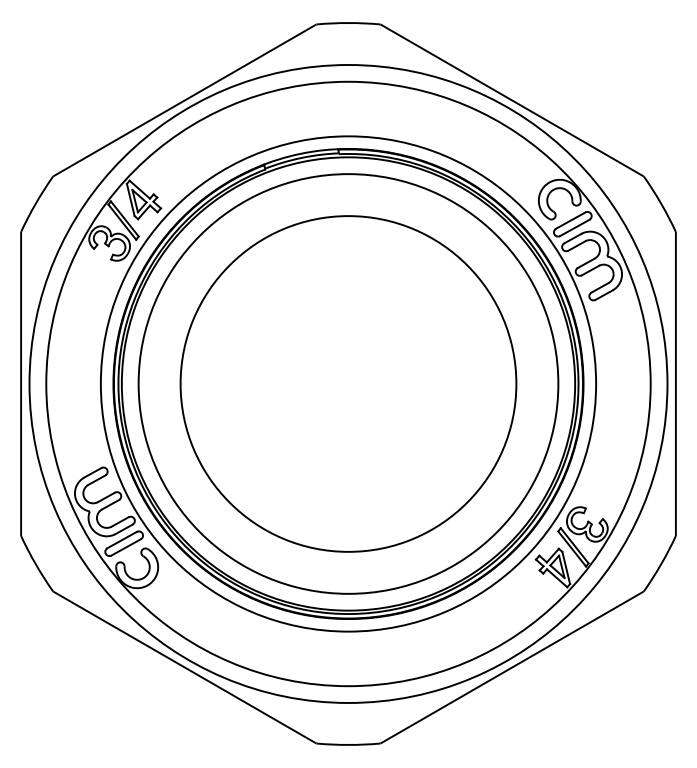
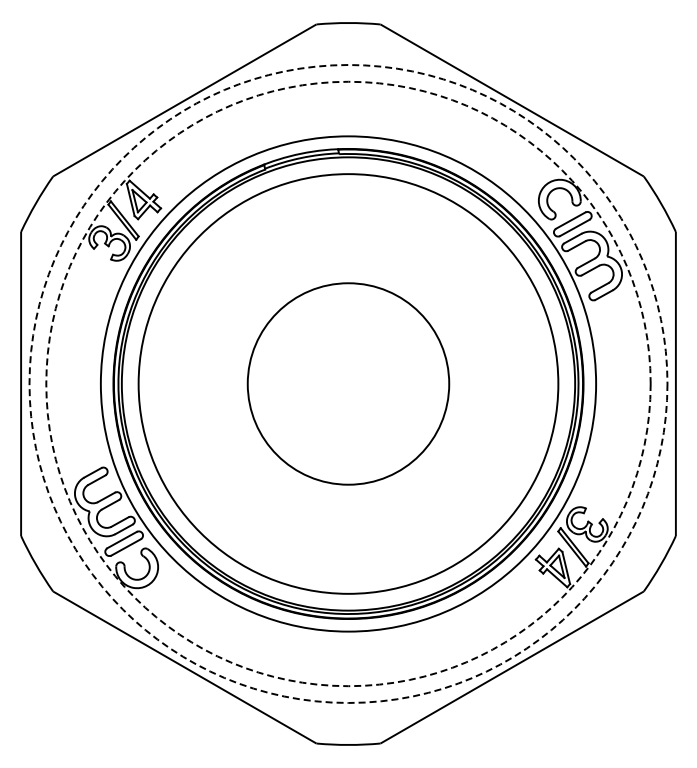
circle at (348, 383) diameter: 336 px -> 201 px
circle at (348, 383): solid -> dashed
circle at (348, 383): solid -> dashed
